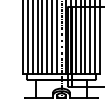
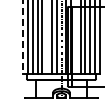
line at (23, 37): solid -> dashed
line at (47, 38): present -> none
line at (75, 38): present -> none
